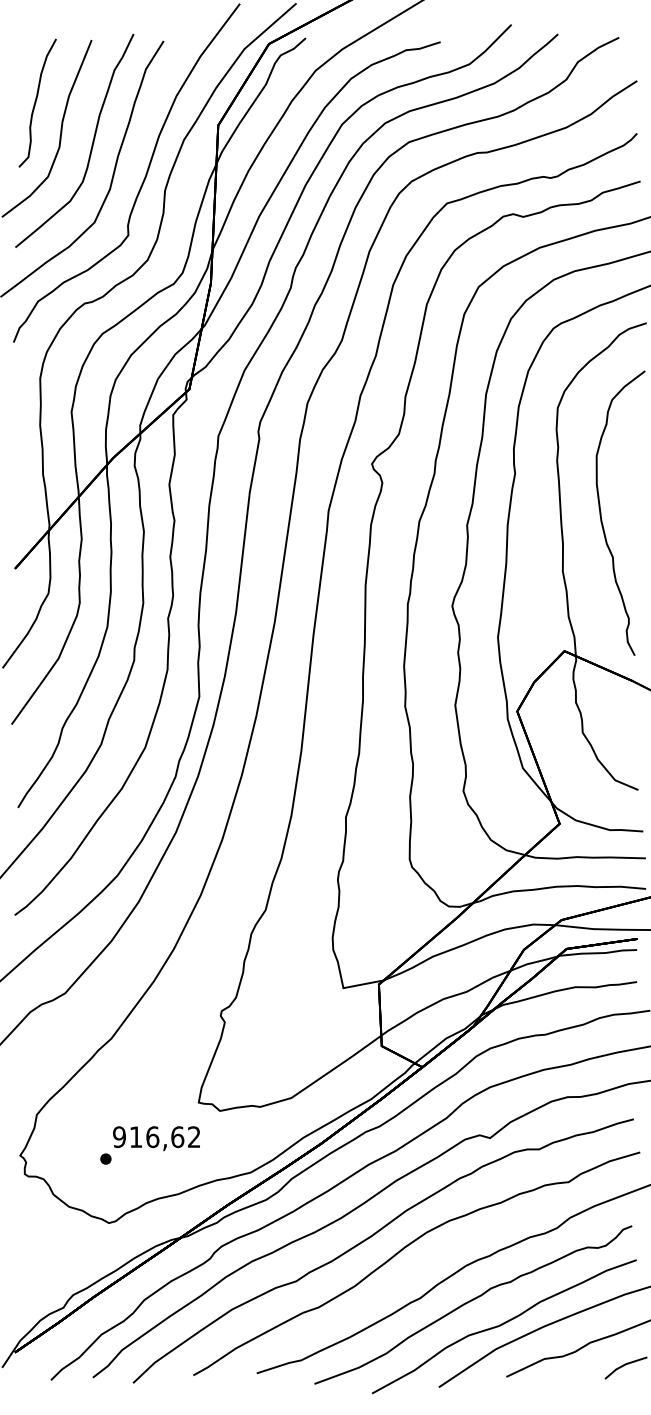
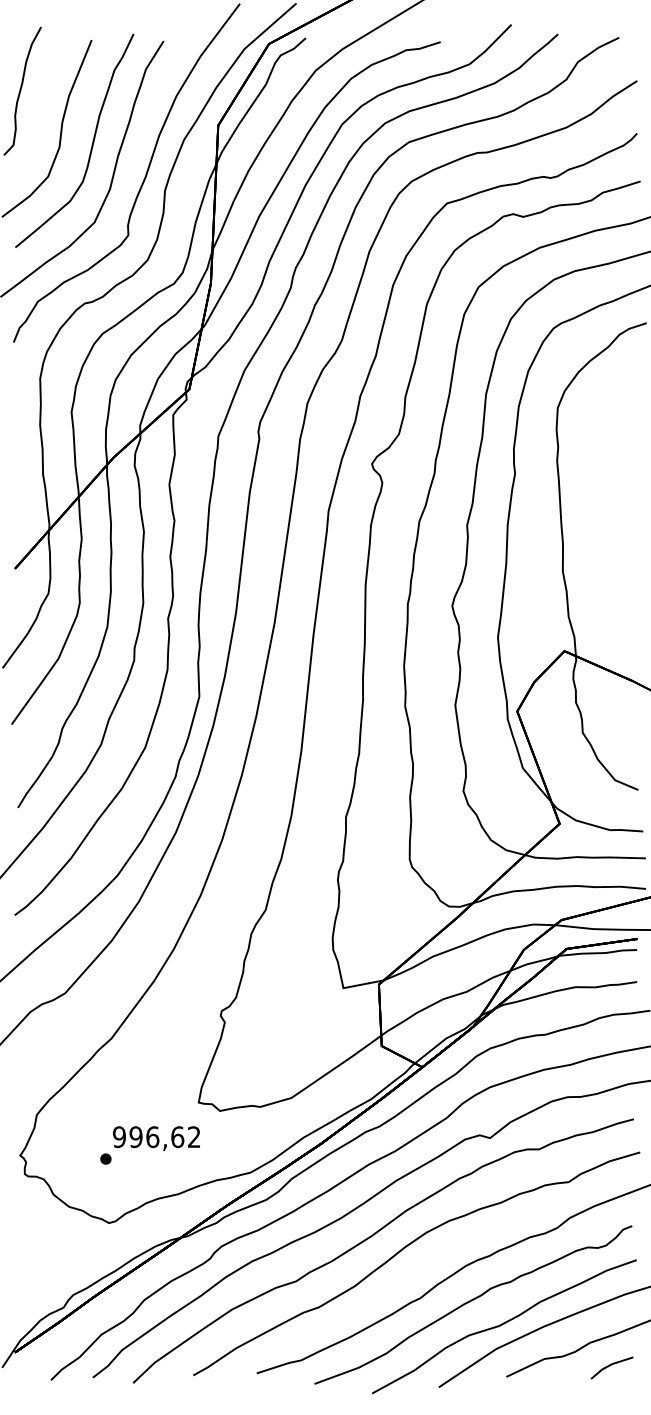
curve at (36, 102) position: (36, 102) -> (21, 90)
part at (601, 512): present -> none
text at (135, 1137): 916,62 -> 996,62
line at (624, 1366) position: (624, 1366) -> (610, 1366)
